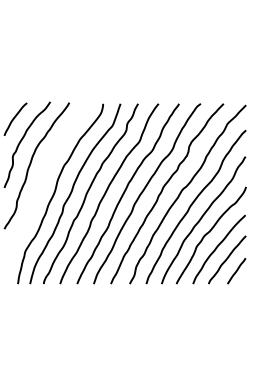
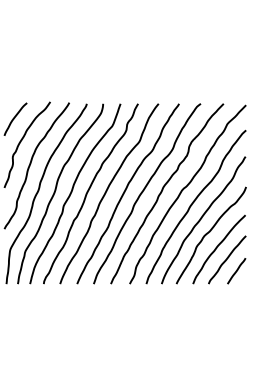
curve at (39, 190): none -> present
